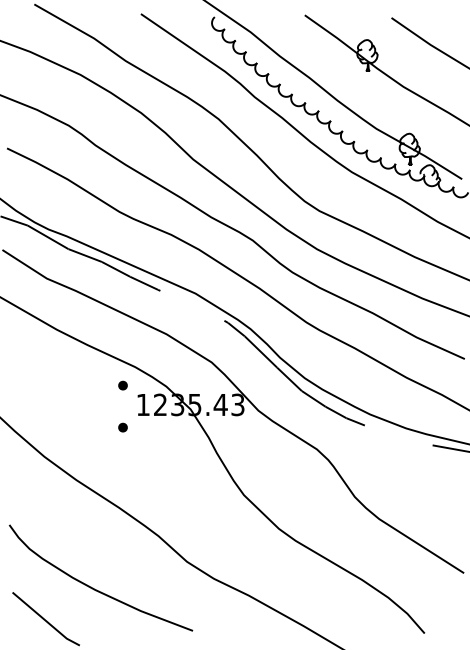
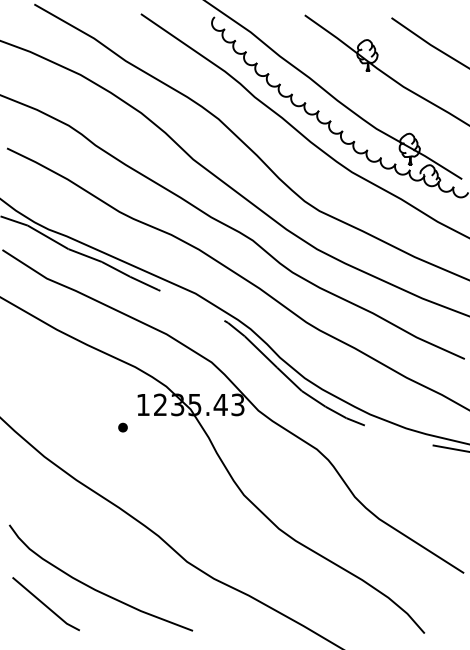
part at (122, 385): present -> none
line at (45, 619) position: (45, 619) -> (45, 604)
